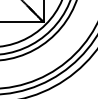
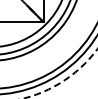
arc at (65, 79): solid -> dashed
